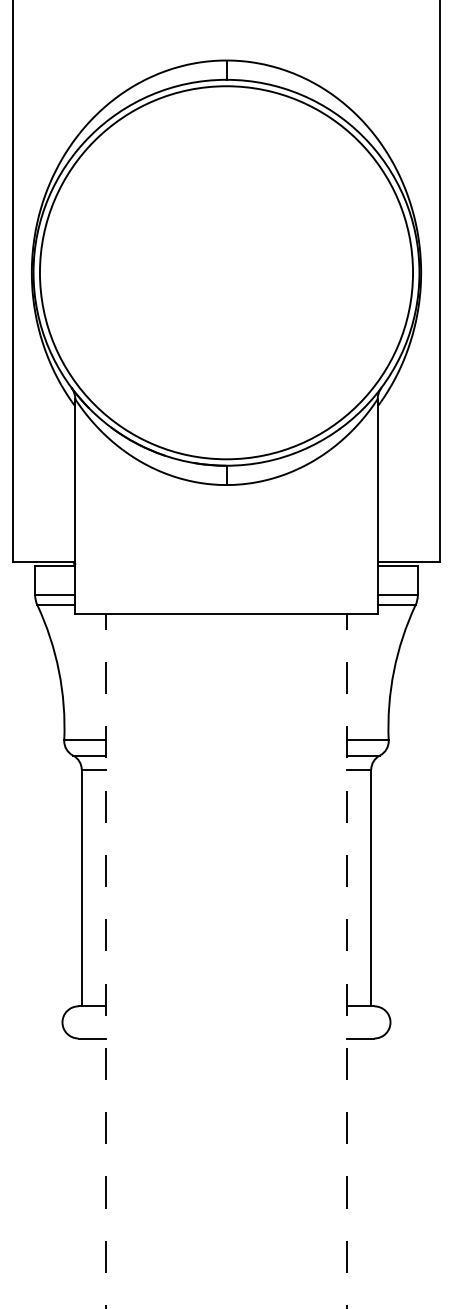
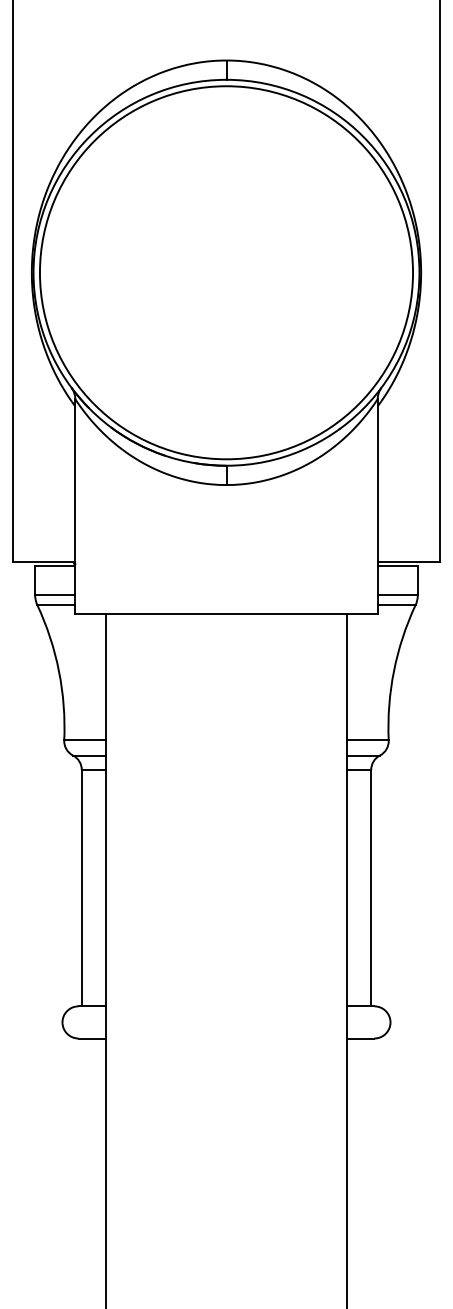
line at (105, 960): dashed -> solid
line at (347, 960): dashed -> solid
